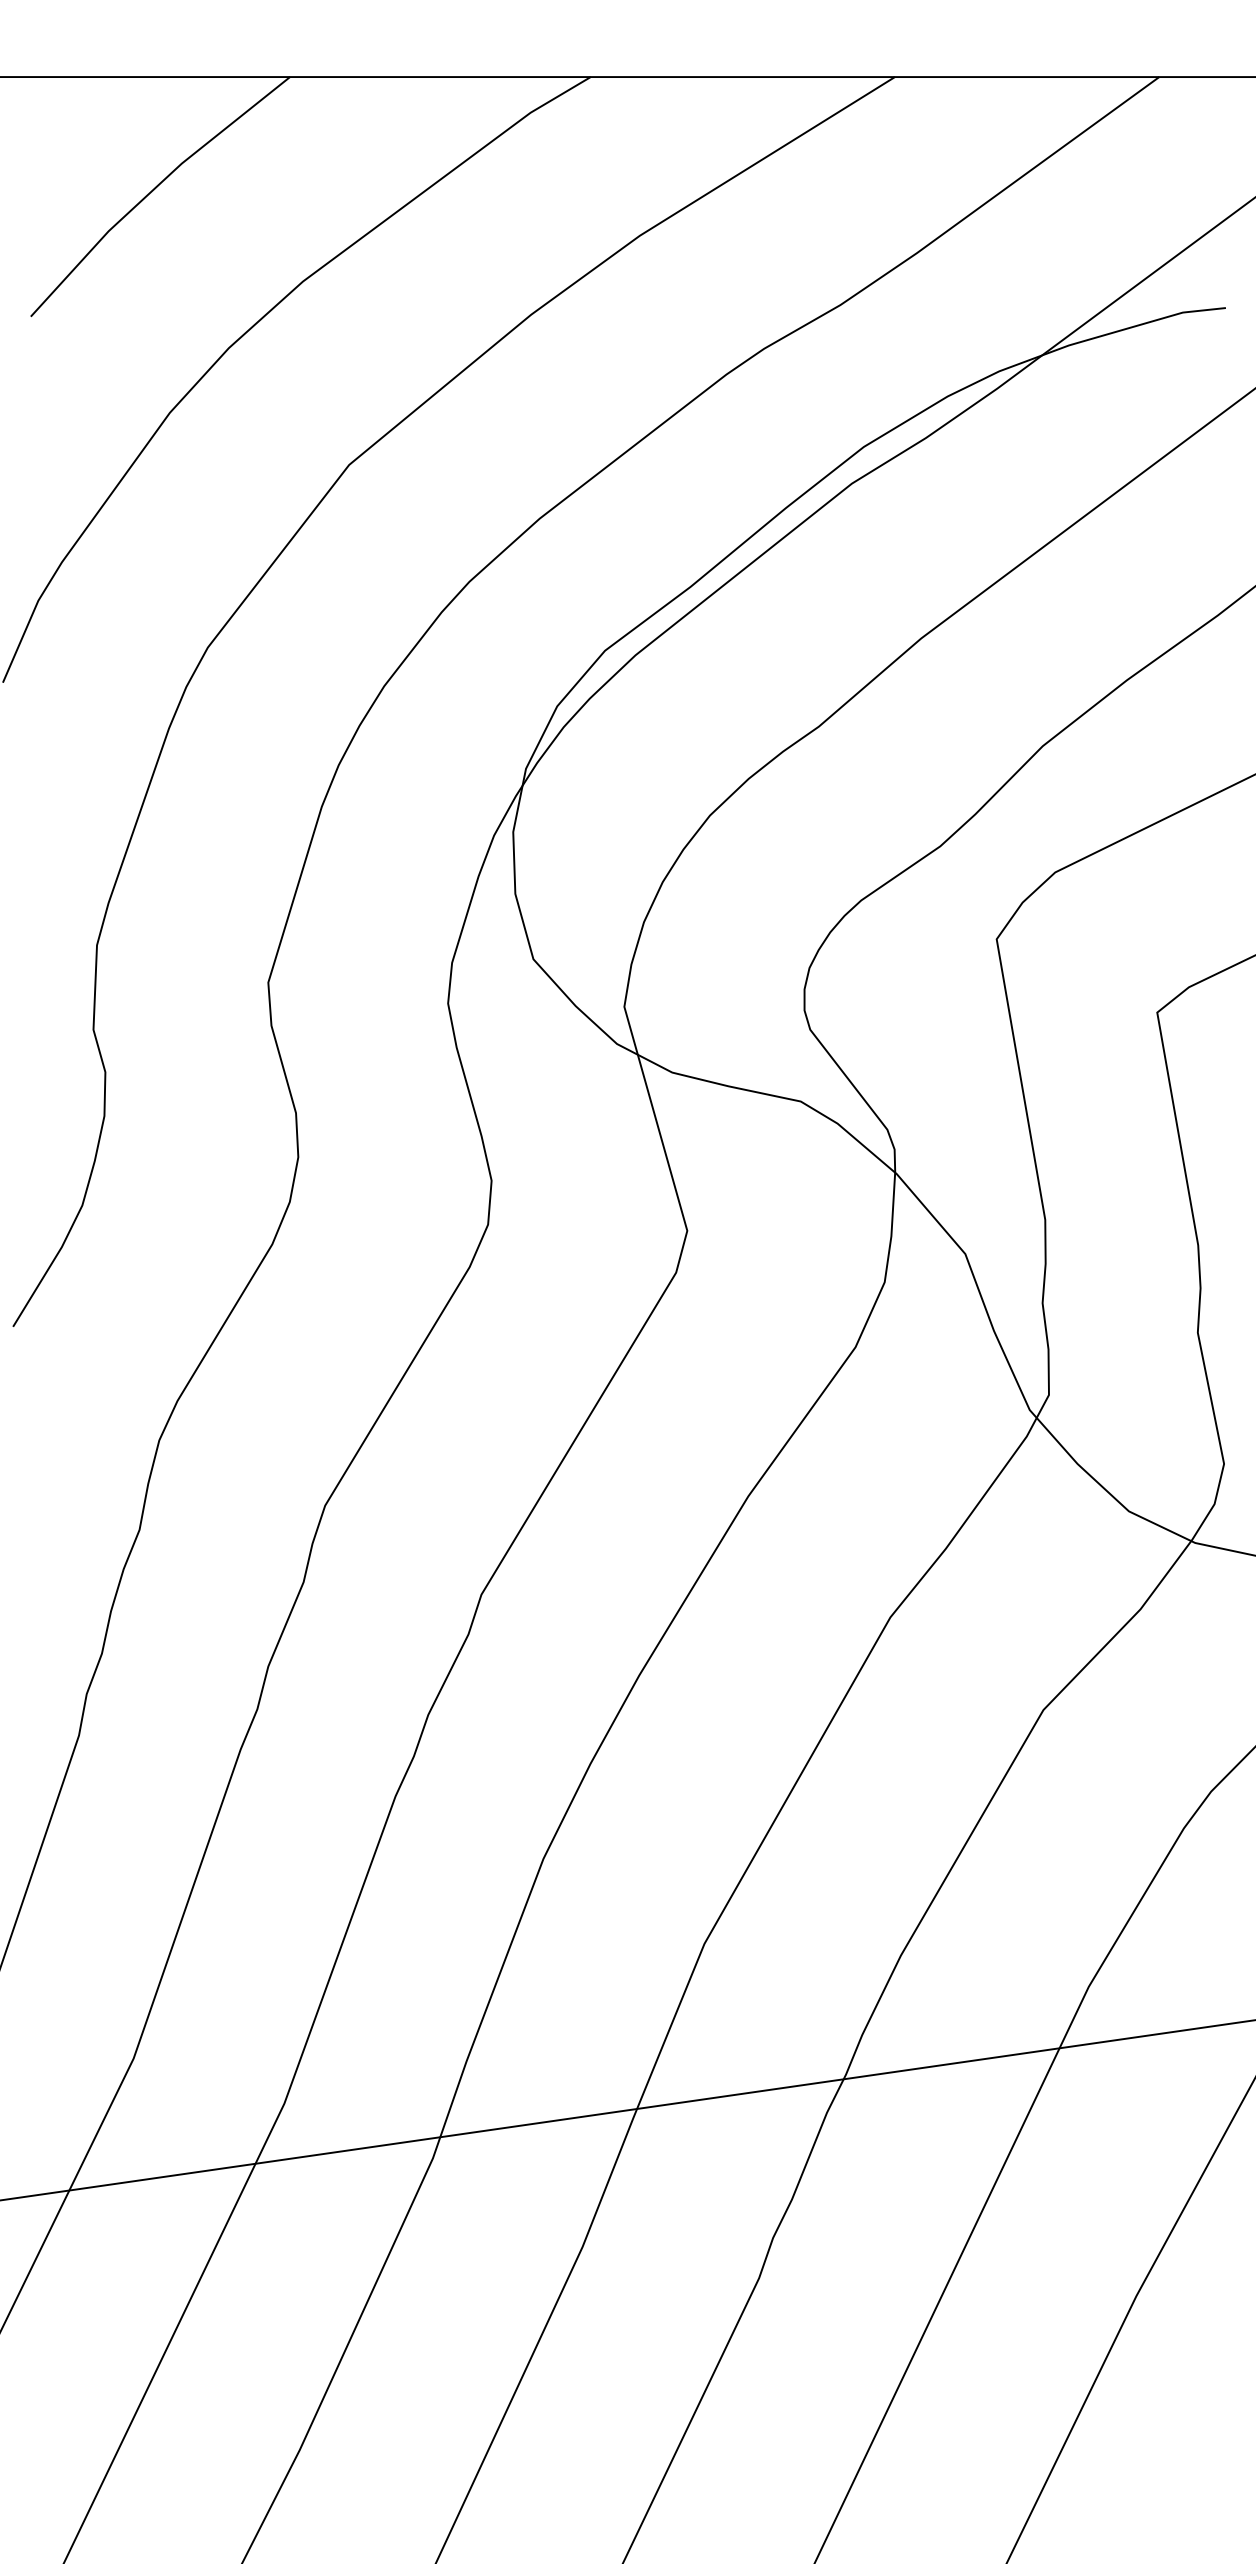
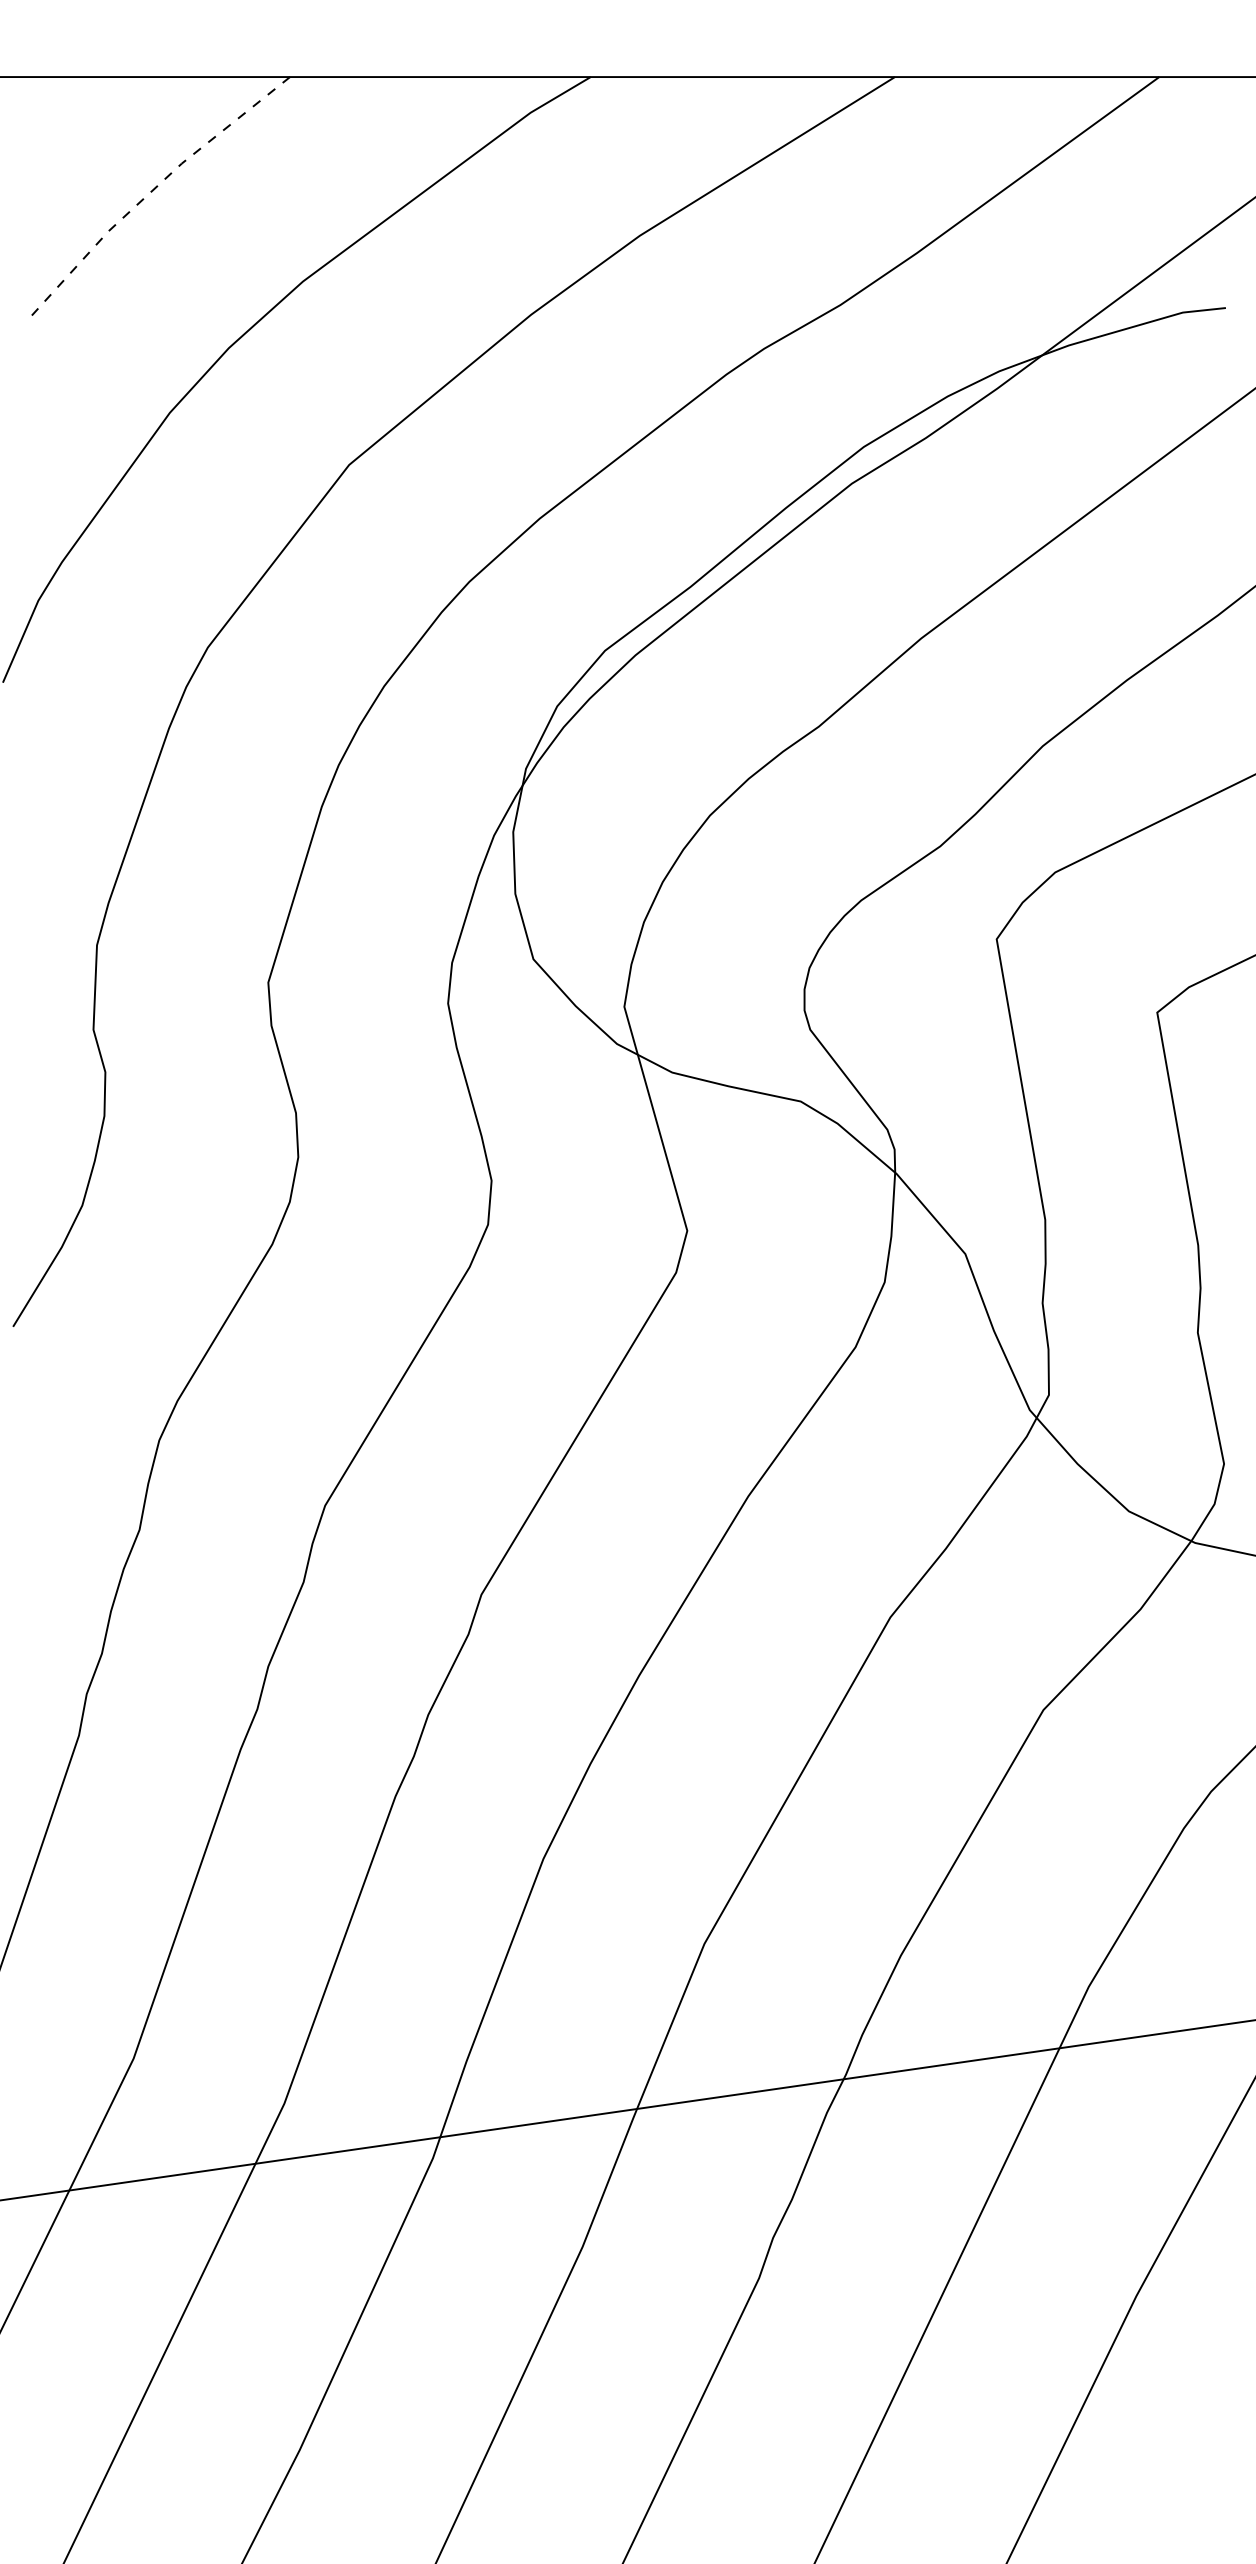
line at (153, 189): solid -> dashed
